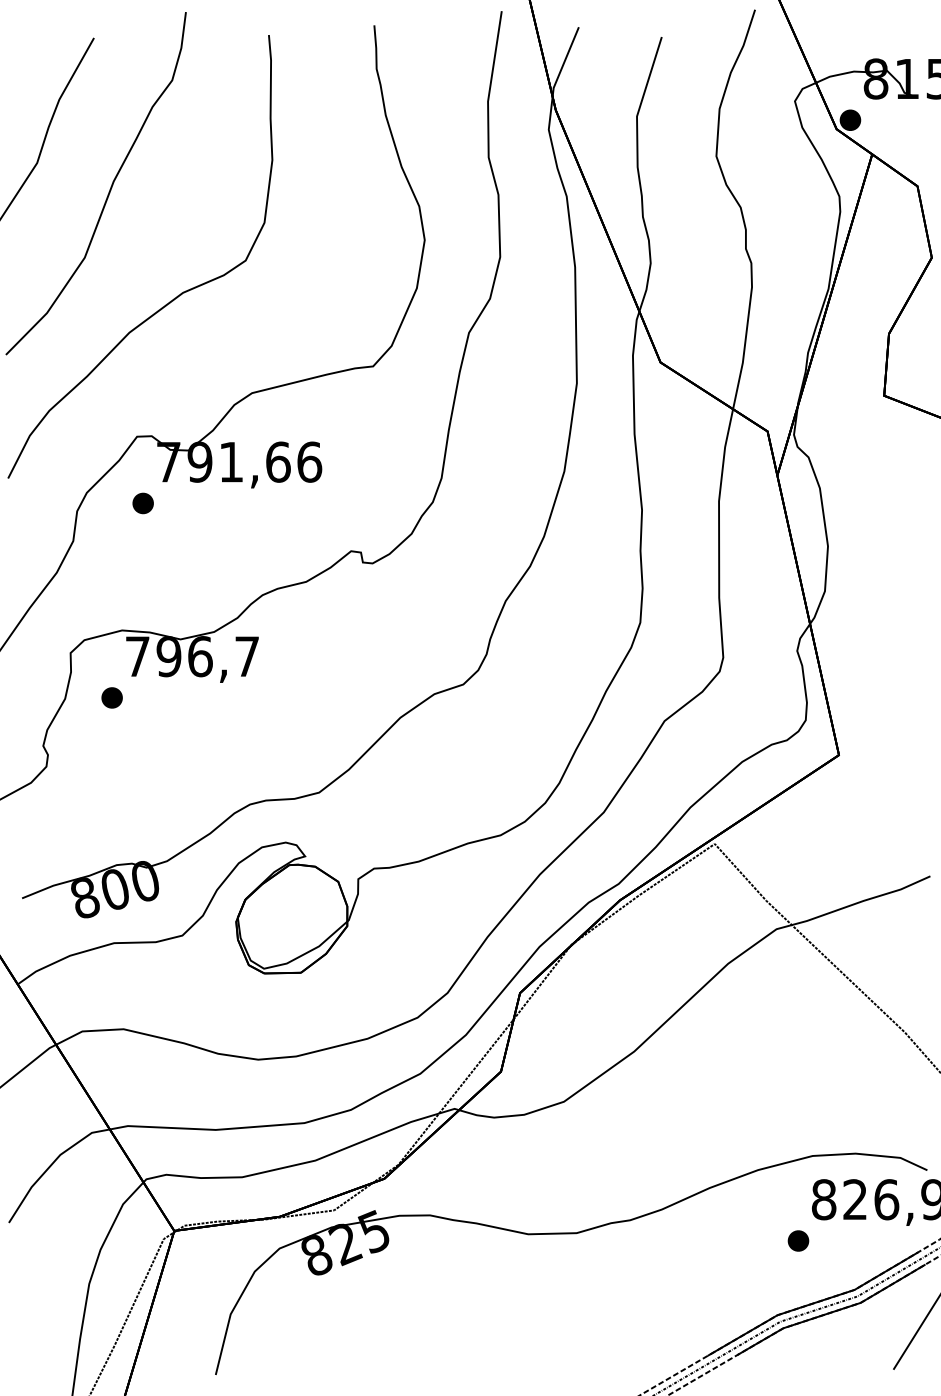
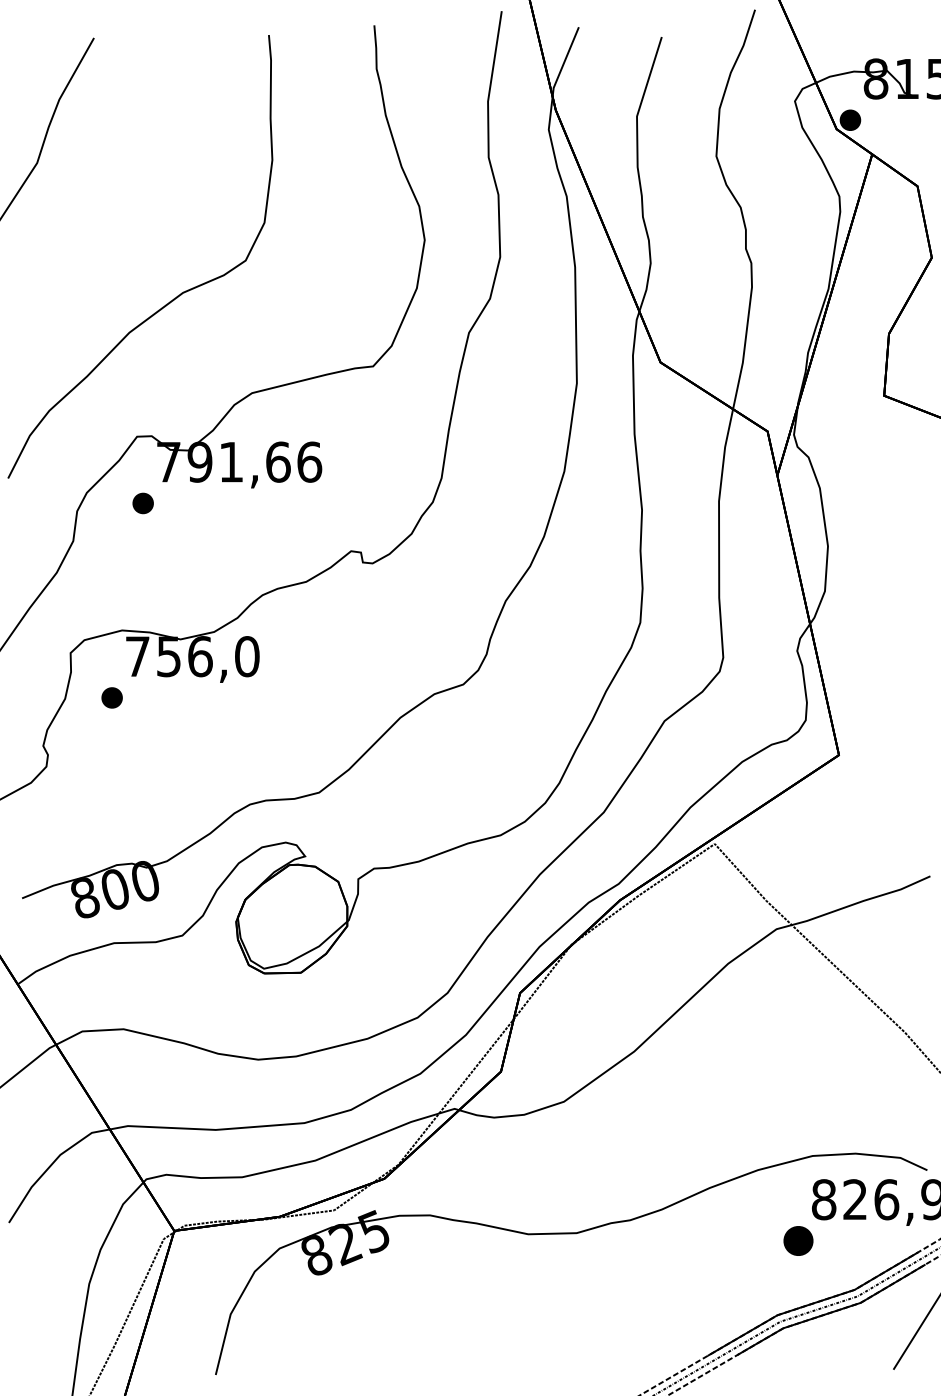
part at (109, 189): present -> none
text at (207, 656): 796,7 -> 756,0
part at (798, 1240) size: 23x22 px -> 31x30 px
